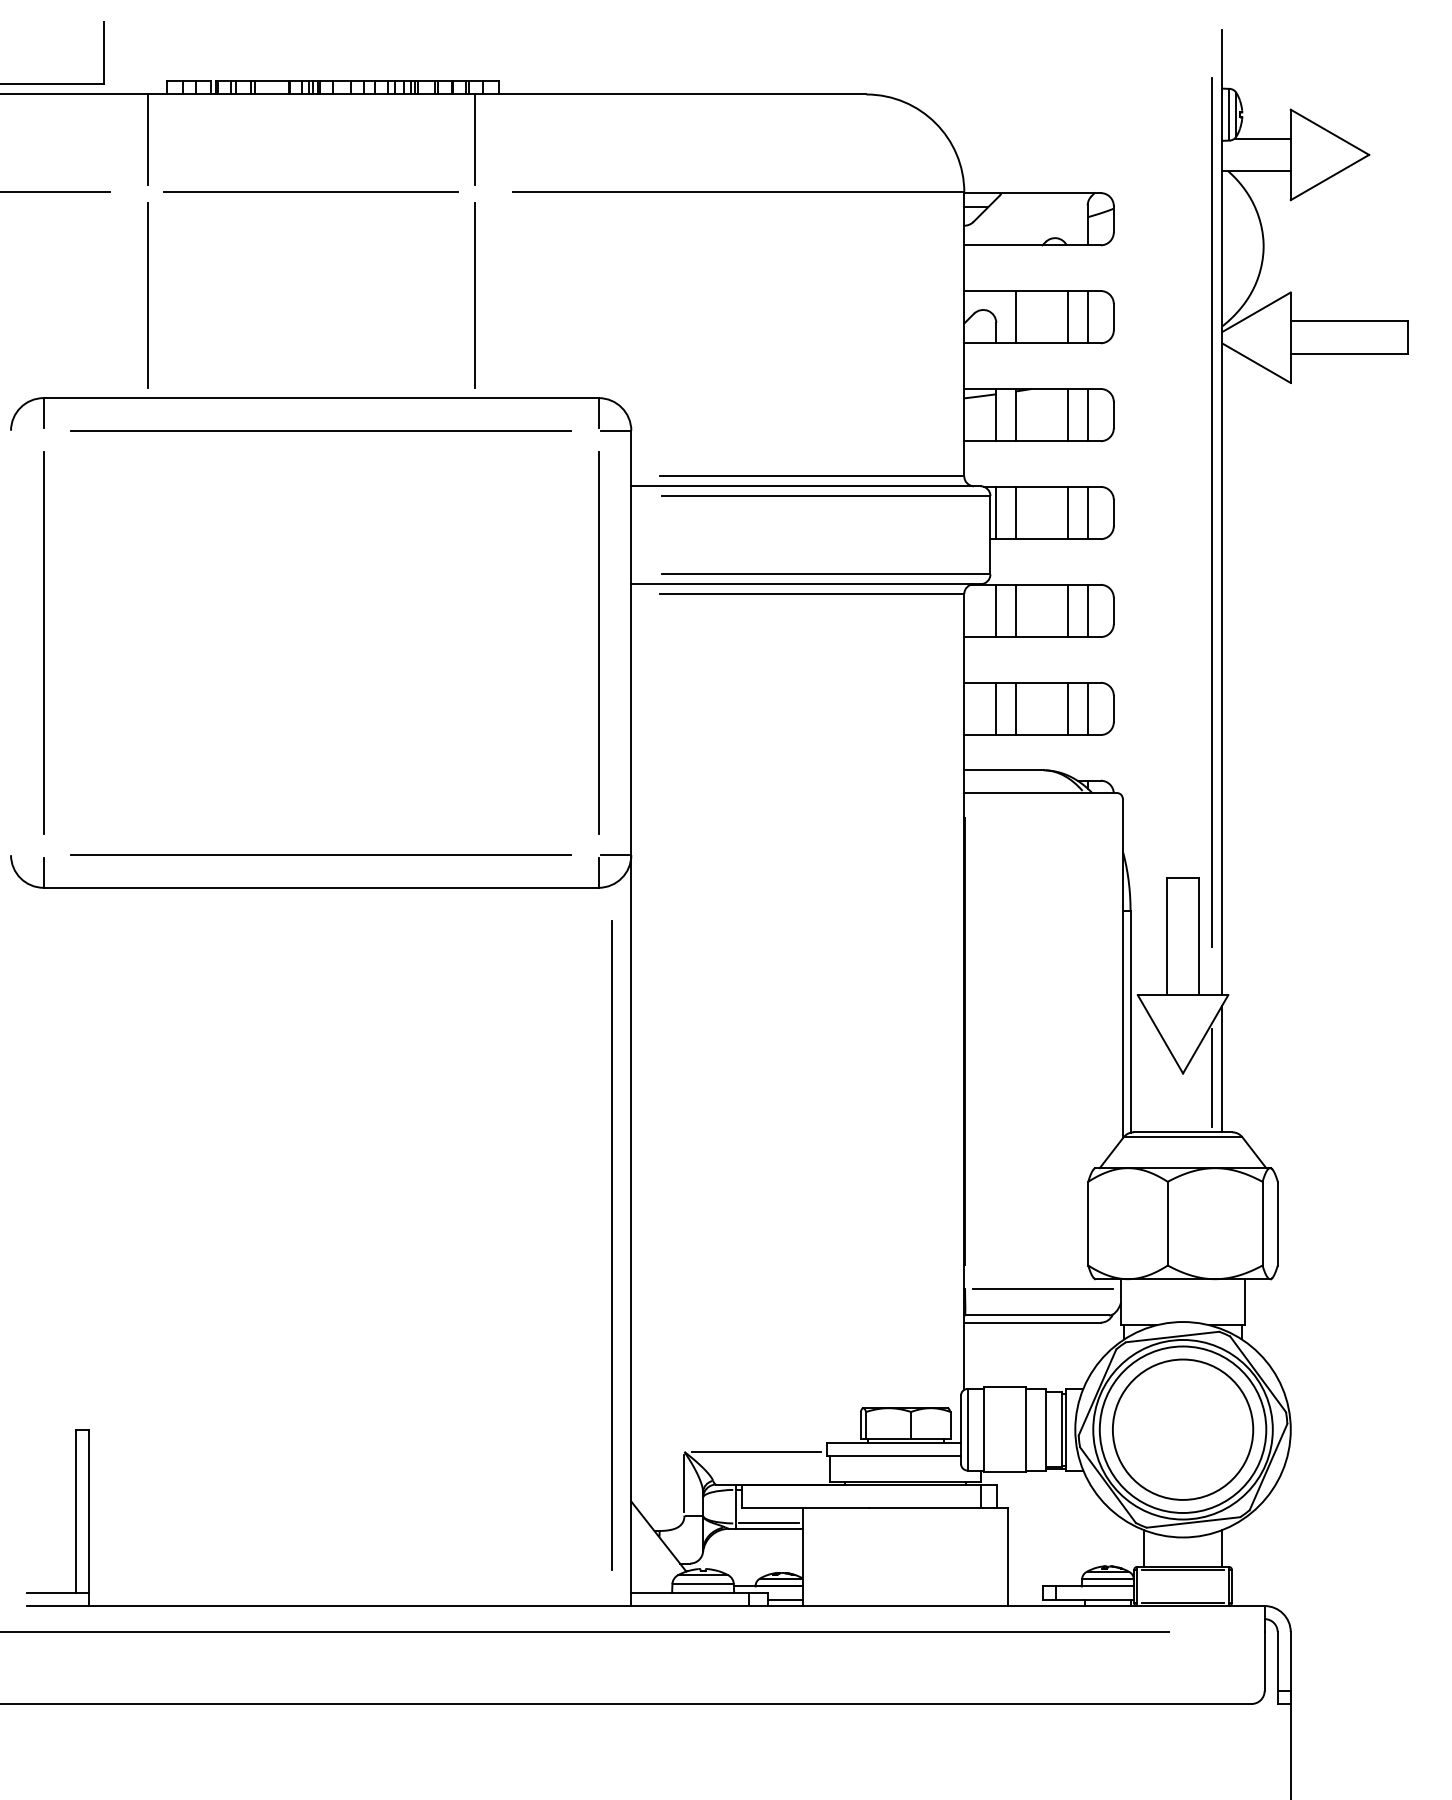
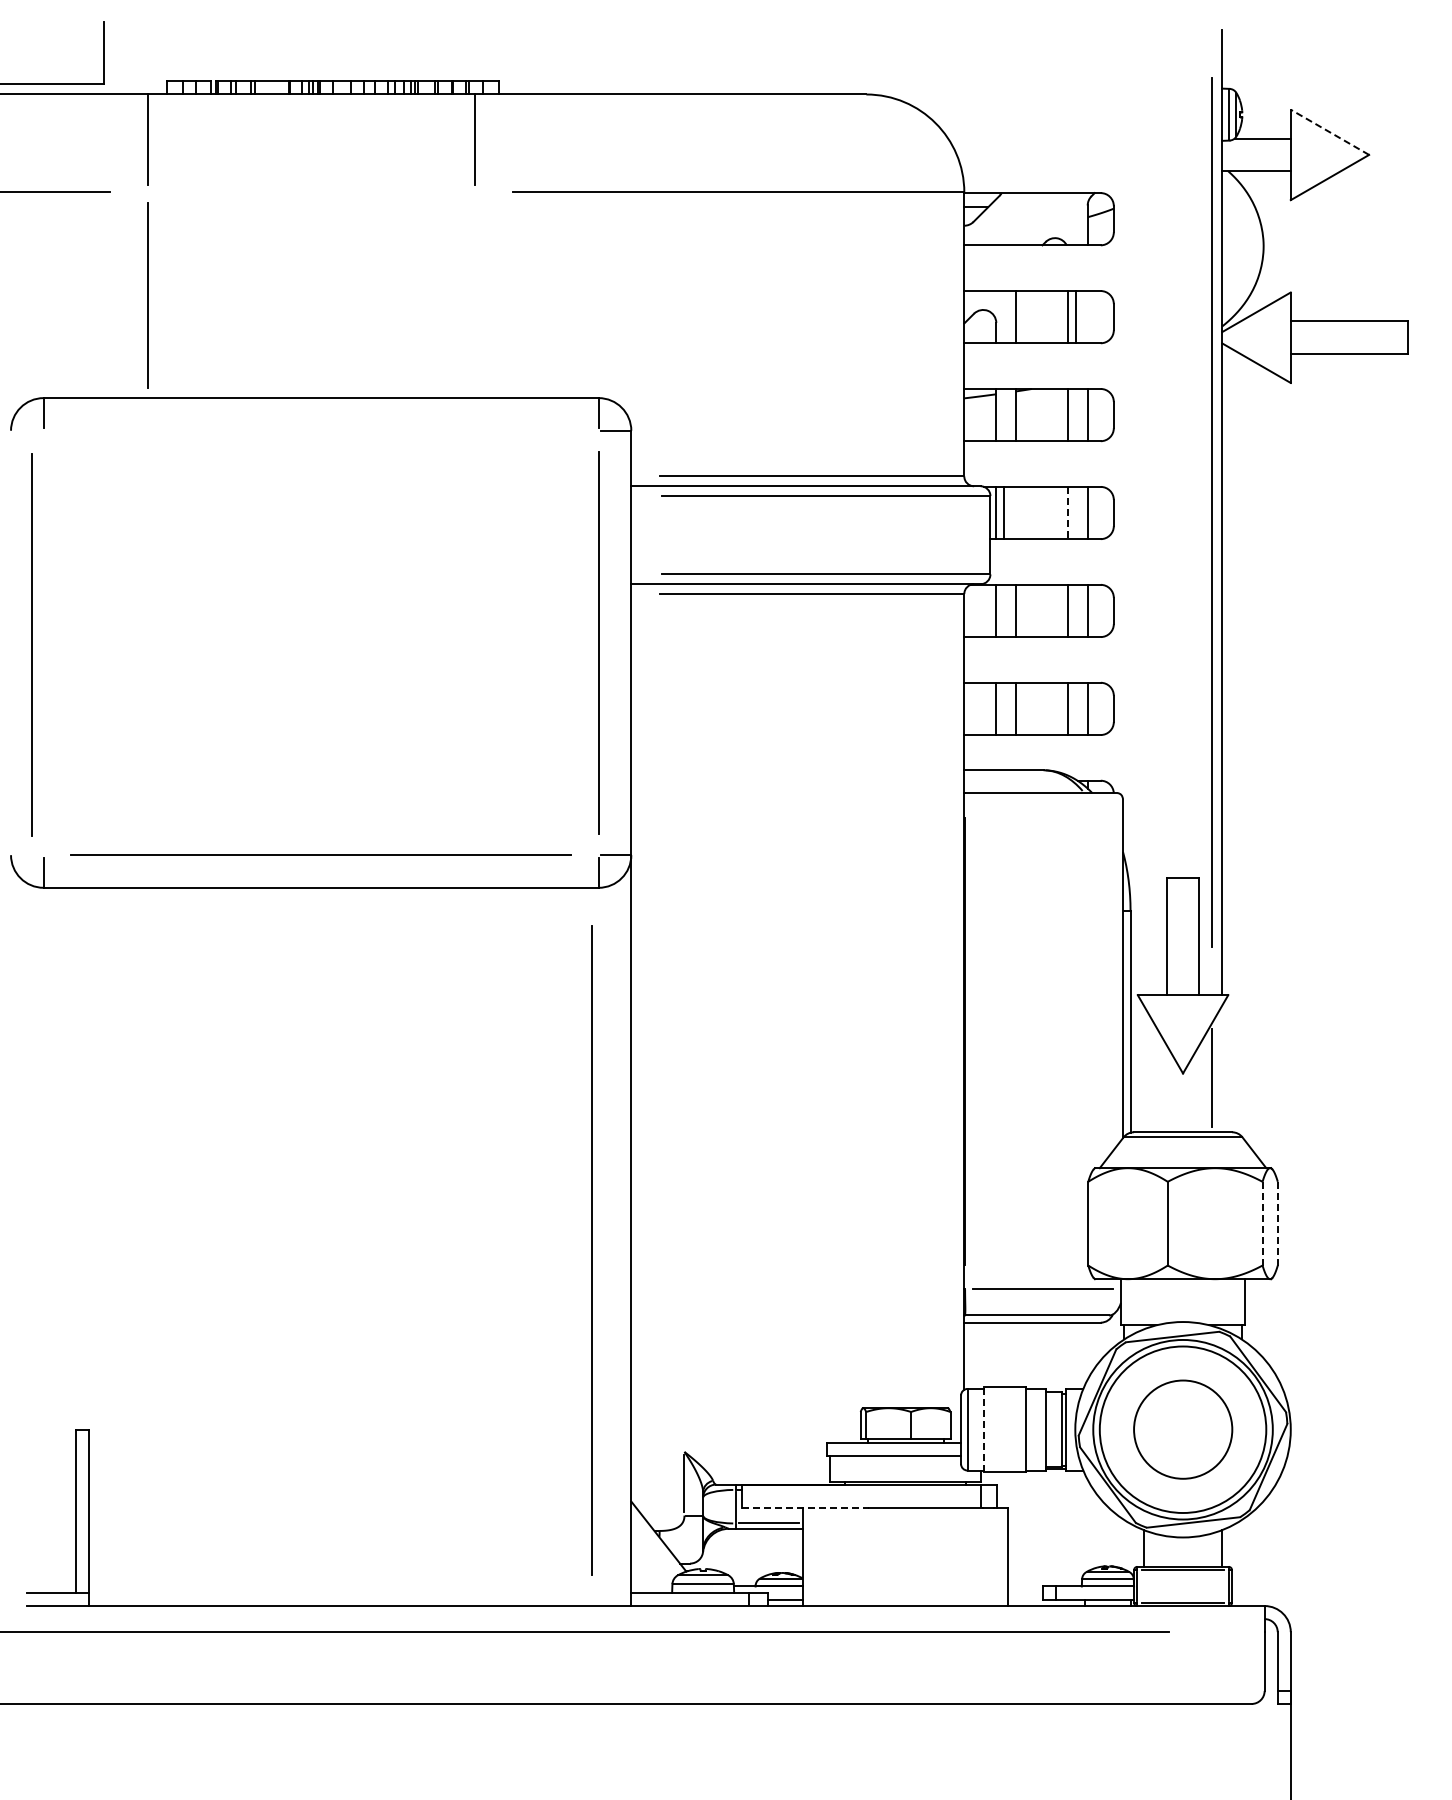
line at (1329, 132): solid -> dashed
line at (310, 191): present -> none
line at (474, 295): present -> none
line at (1087, 317) position: (1087, 317) -> (1075, 317)
line at (320, 430): present -> none
line at (1015, 512) position: (1015, 512) -> (1003, 512)
line at (1068, 513): solid -> dashed
line at (43, 642) position: (43, 642) -> (31, 644)
line at (1222, 1068): present -> none
line at (1262, 1223): solid -> dashed
line at (1277, 1223): solid -> dashed
line at (611, 1245) position: (611, 1245) -> (591, 1250)
line at (983, 1429): solid -> dashed
circle at (1183, 1429) size: 143x143 px -> 101x101 px
line at (756, 1451): present -> none
line at (806, 1508): solid -> dashed
